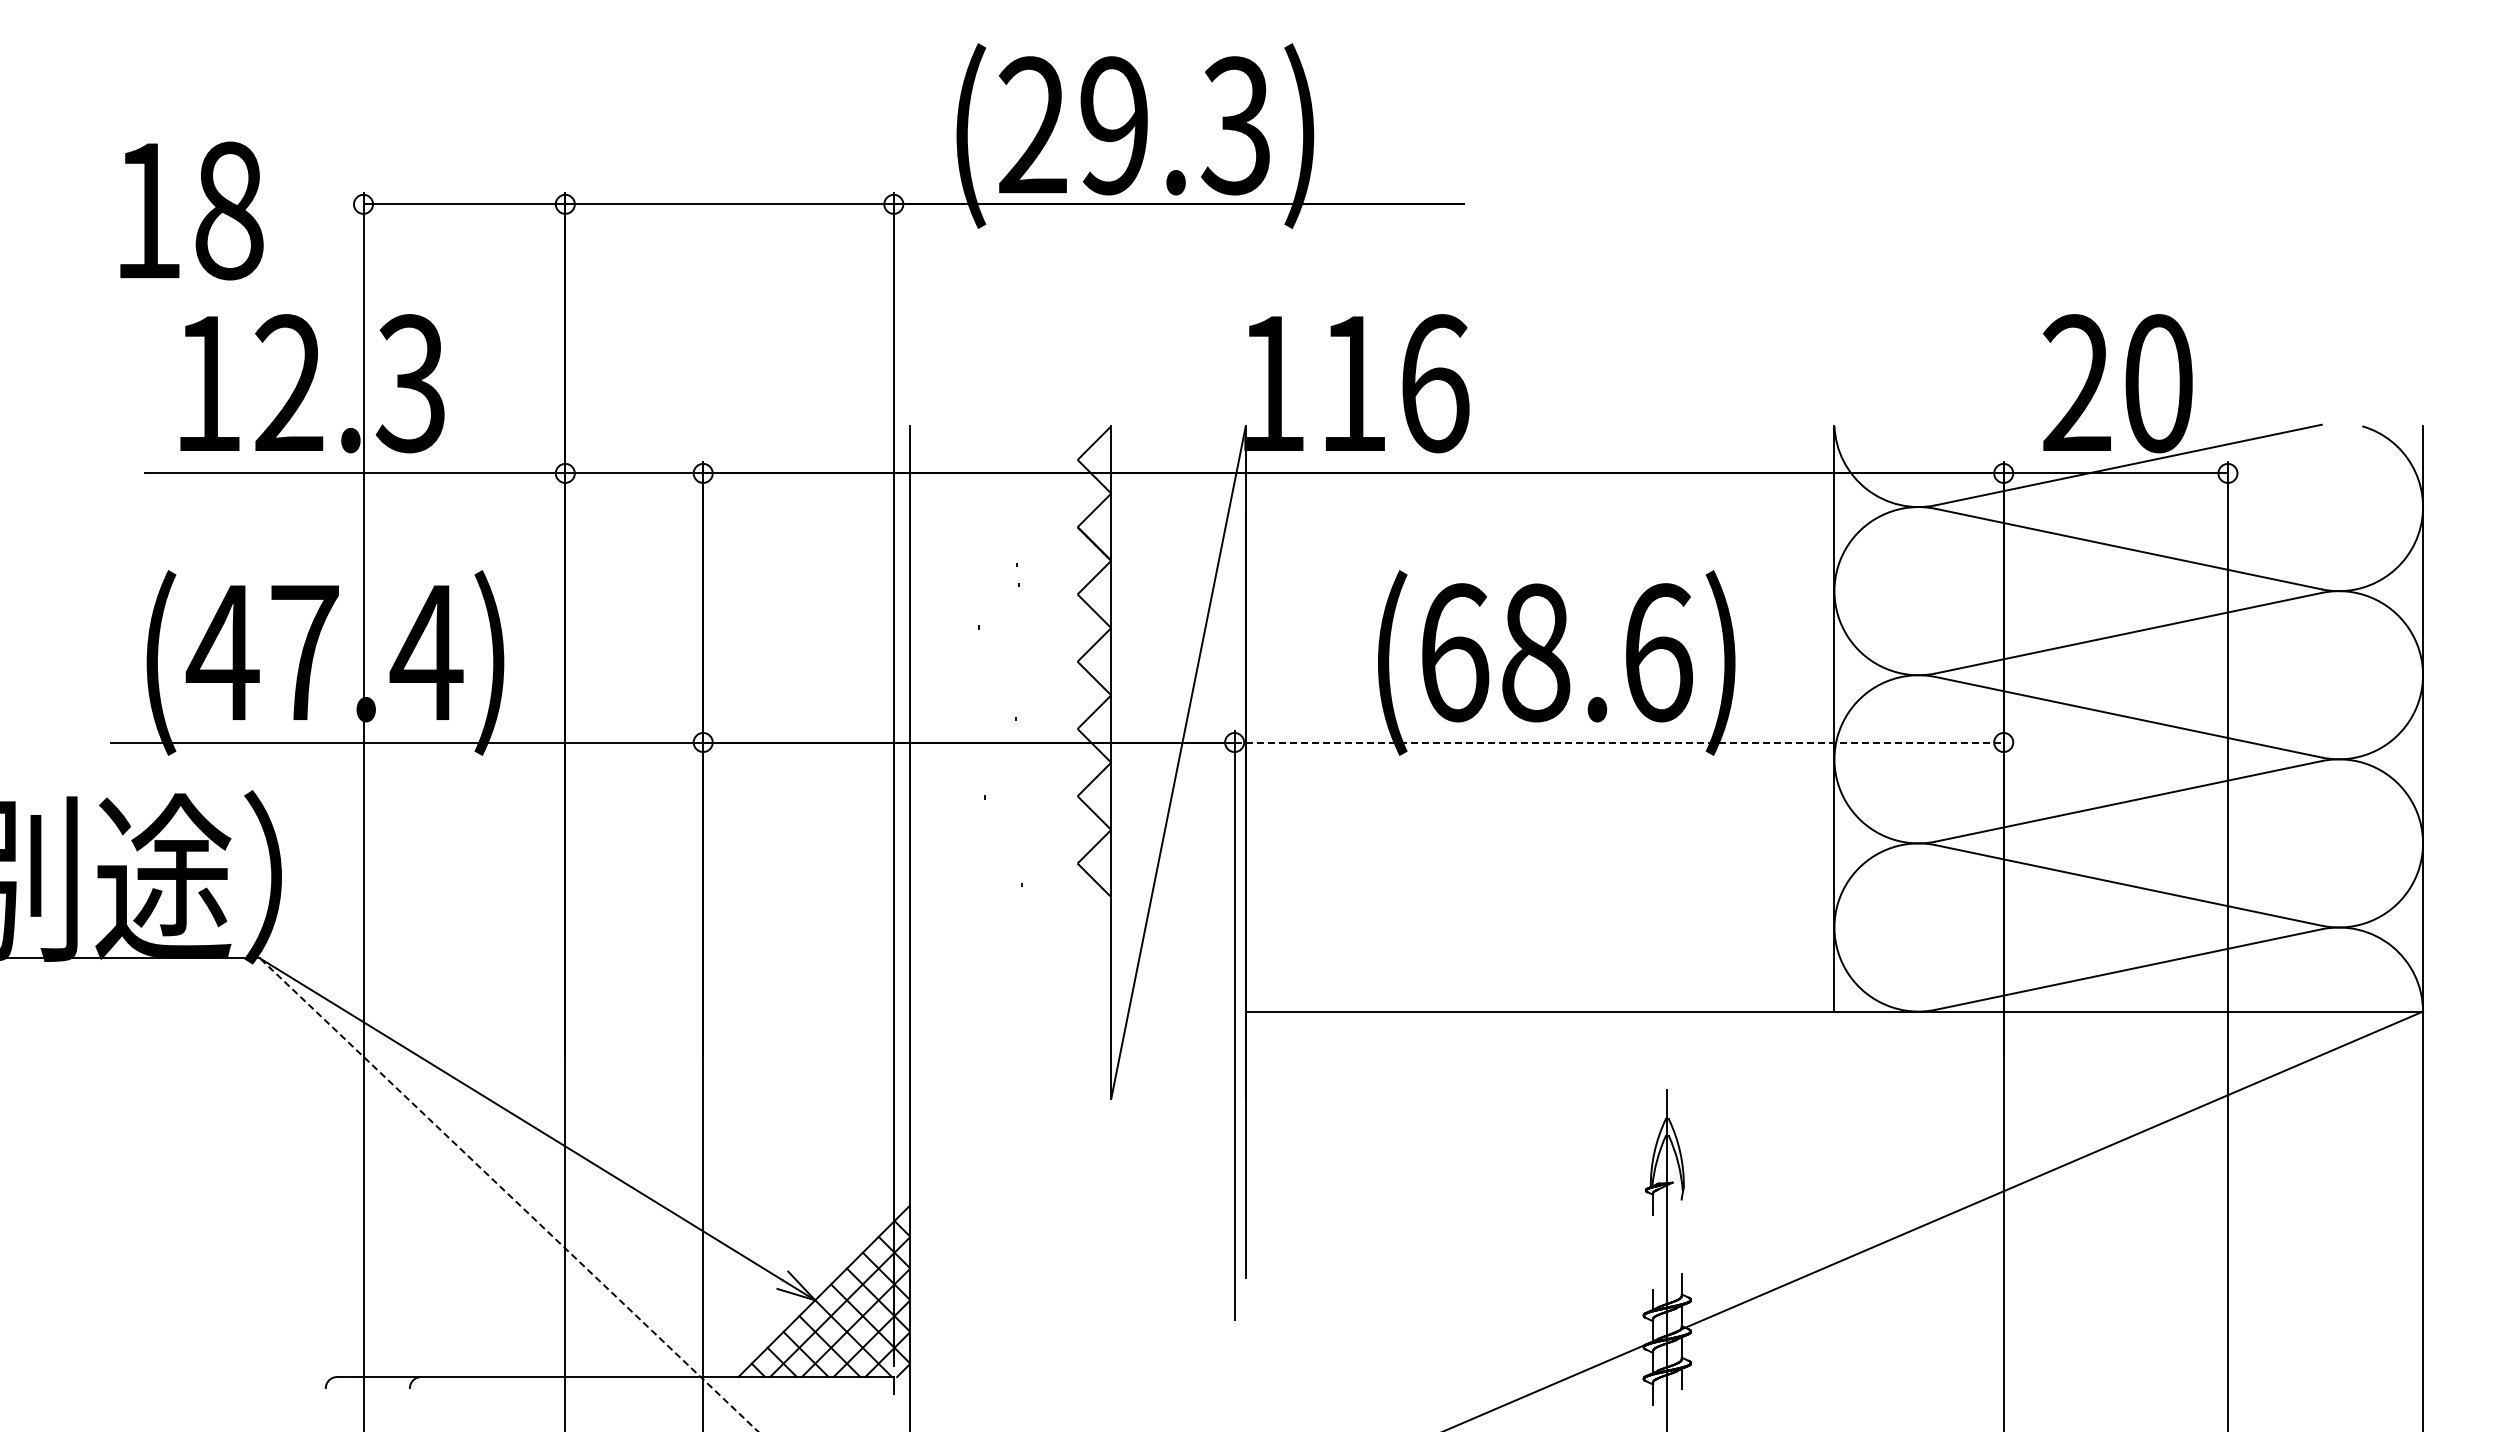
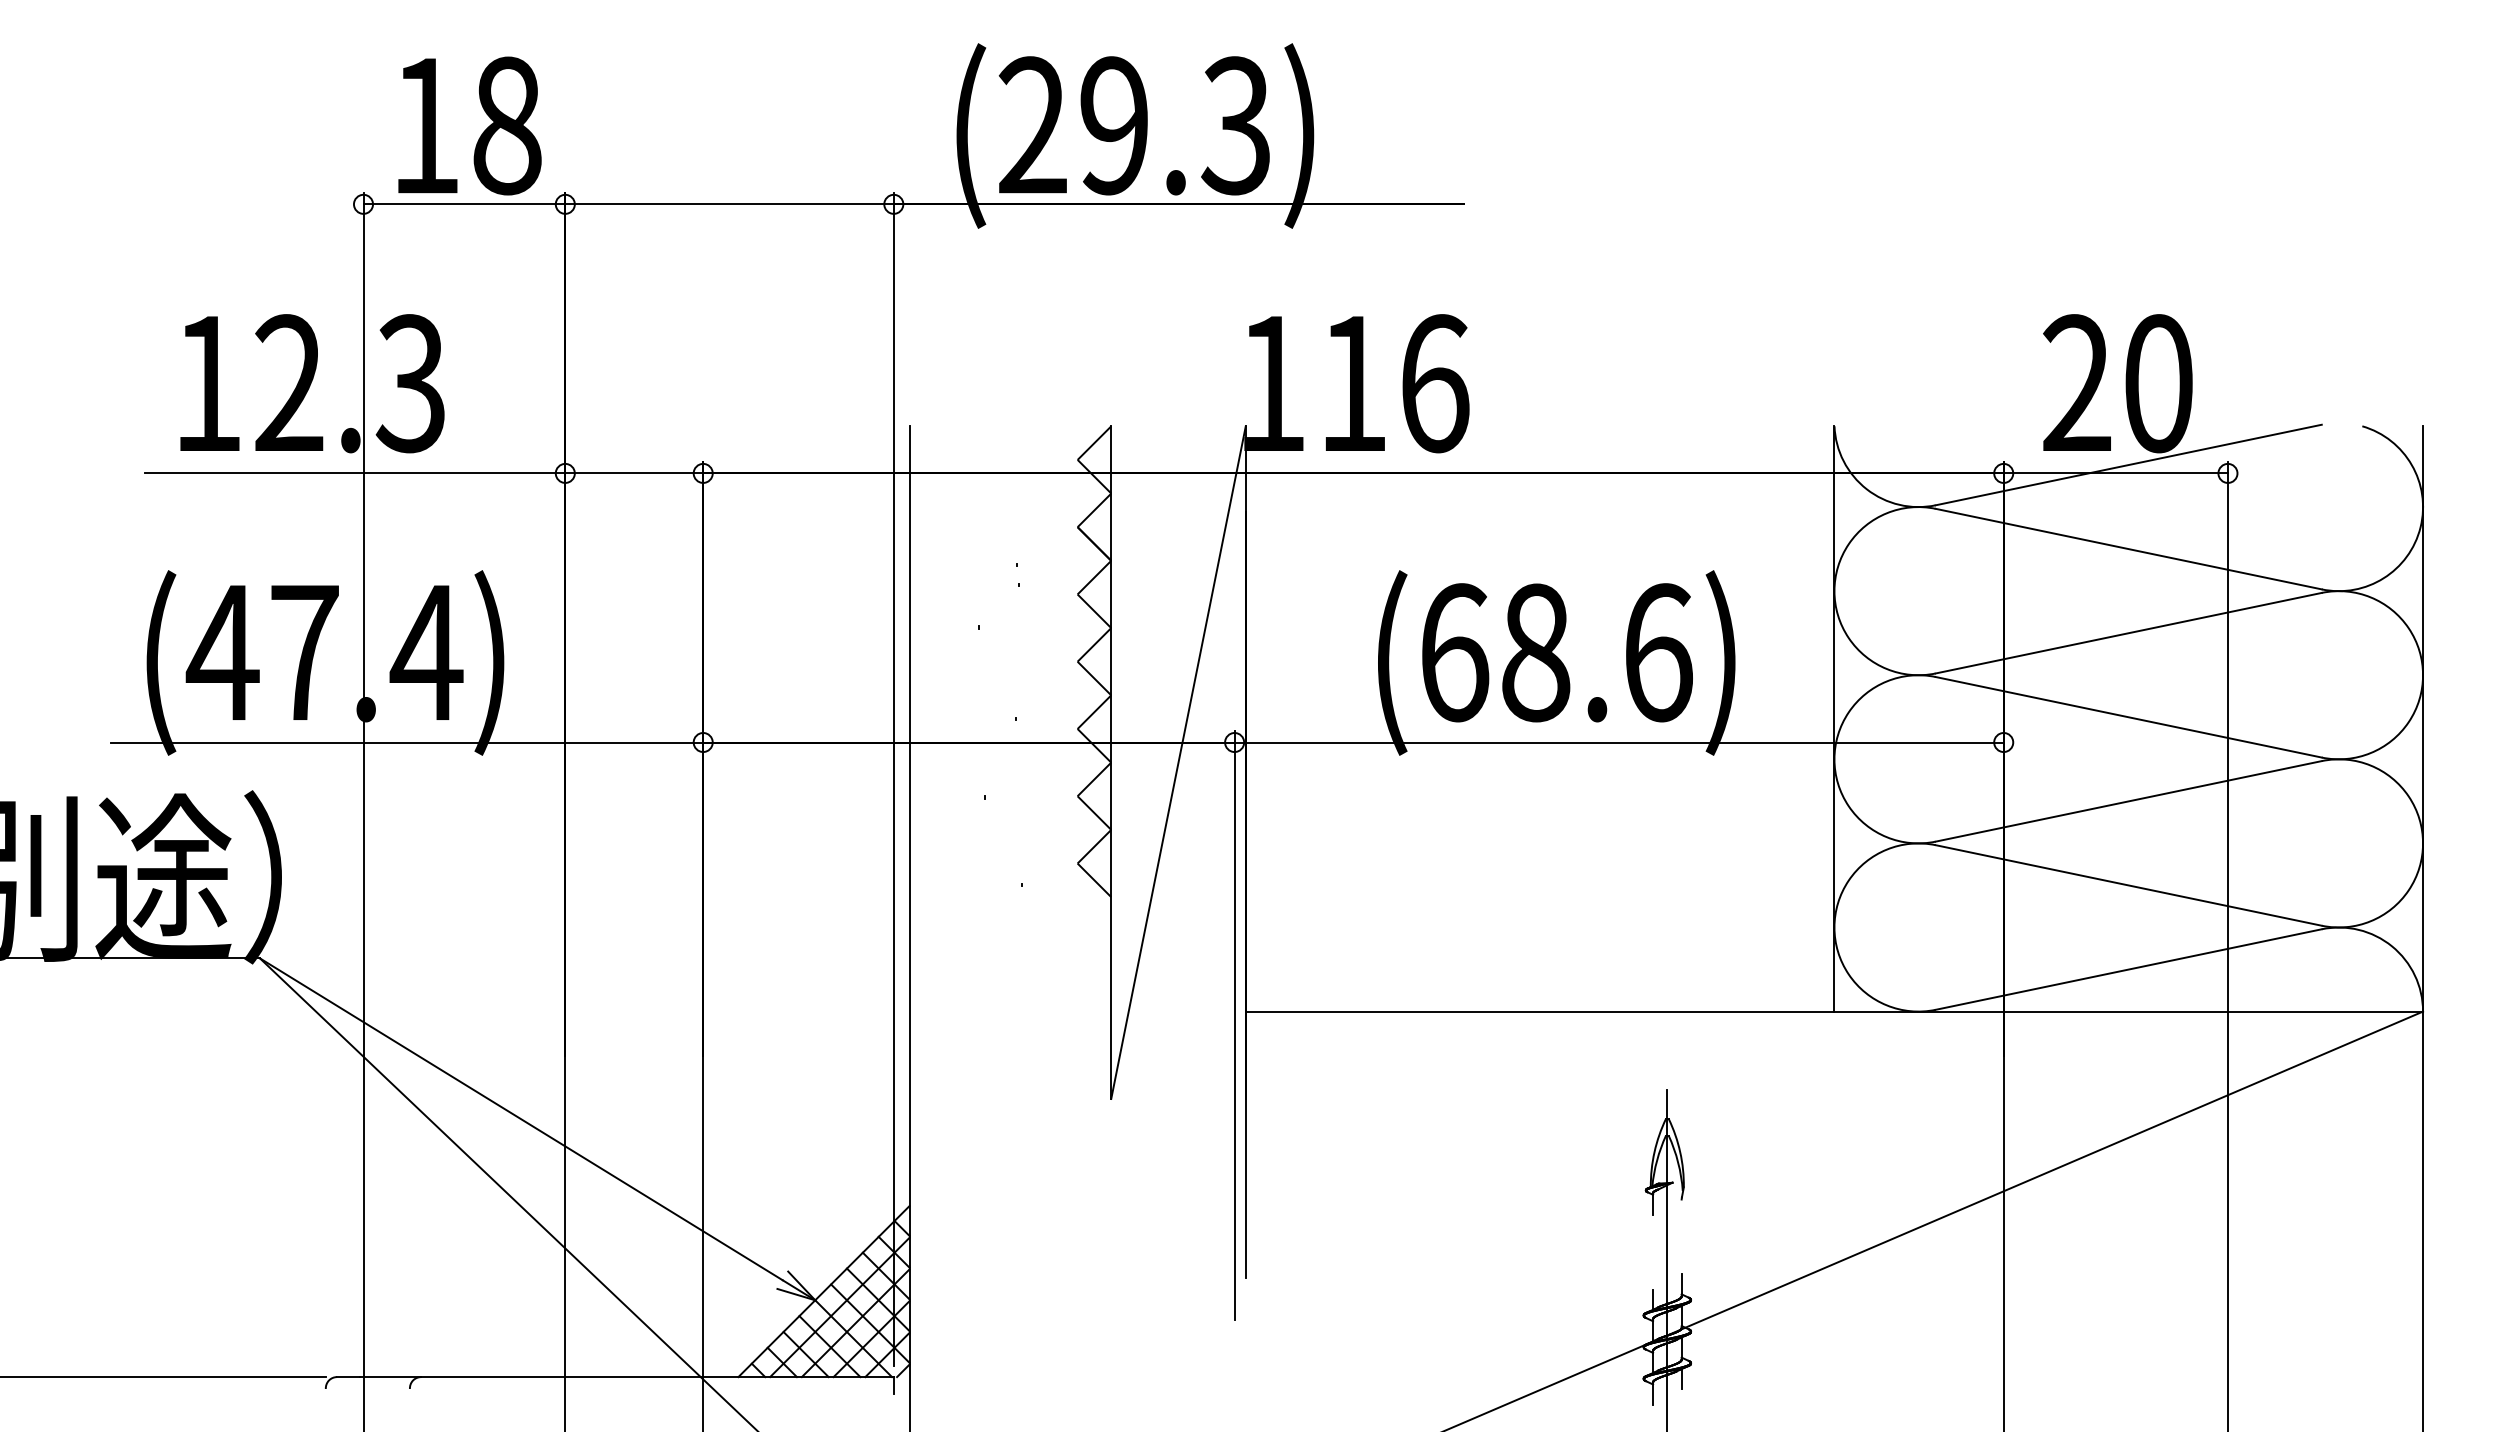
text at (191, 210) position: (191, 210) -> (469, 125)
line at (1619, 742): dashed -> solid
line at (508, 1194): dashed -> solid
line at (163, 1377): none -> present
